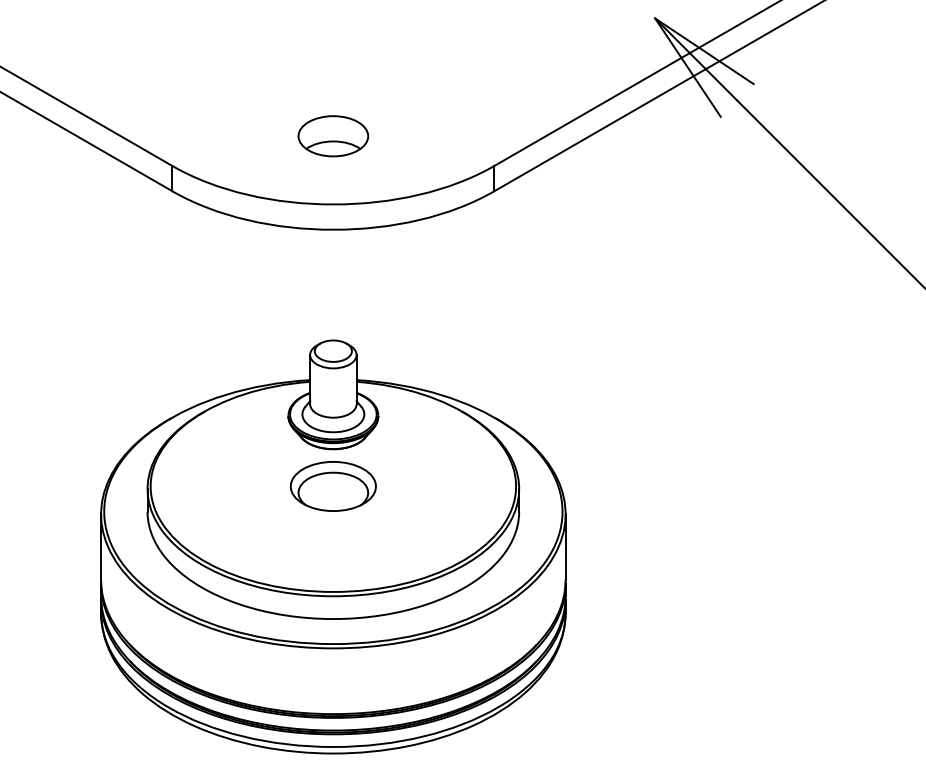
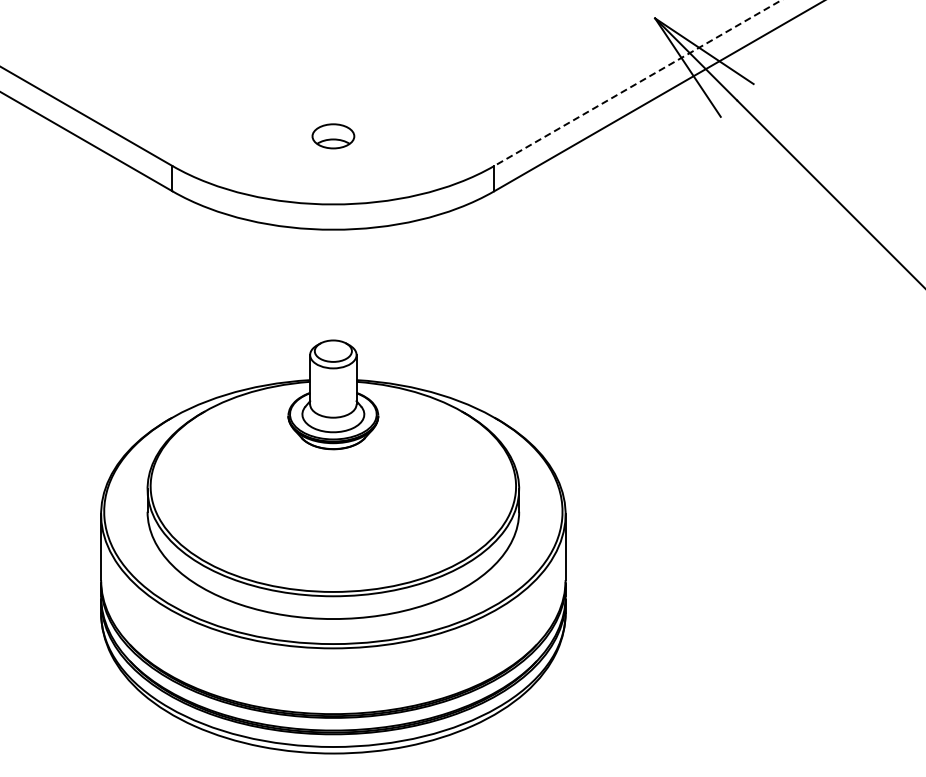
line at (637, 83): solid -> dashed
part at (333, 136) size: 73x43 px -> 45x27 px
part at (332, 486): present -> none
